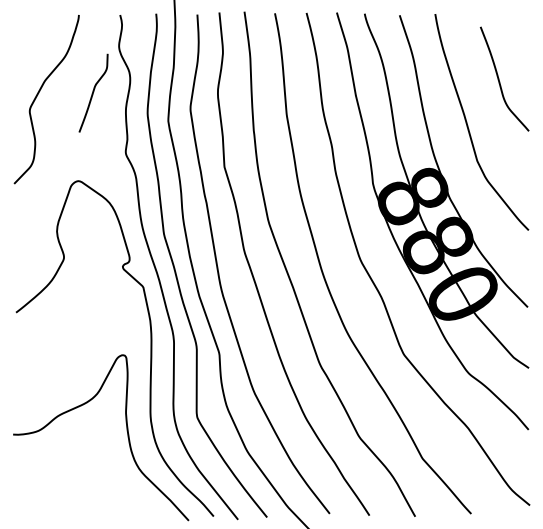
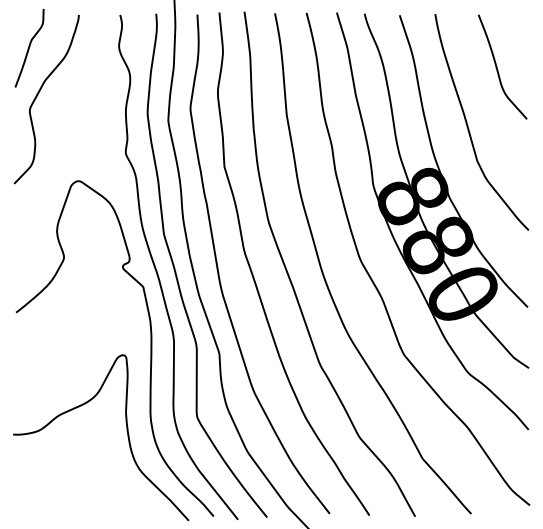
curve at (499, 78) position: (499, 78) -> (497, 66)
curve at (93, 92) position: (93, 92) -> (29, 47)
